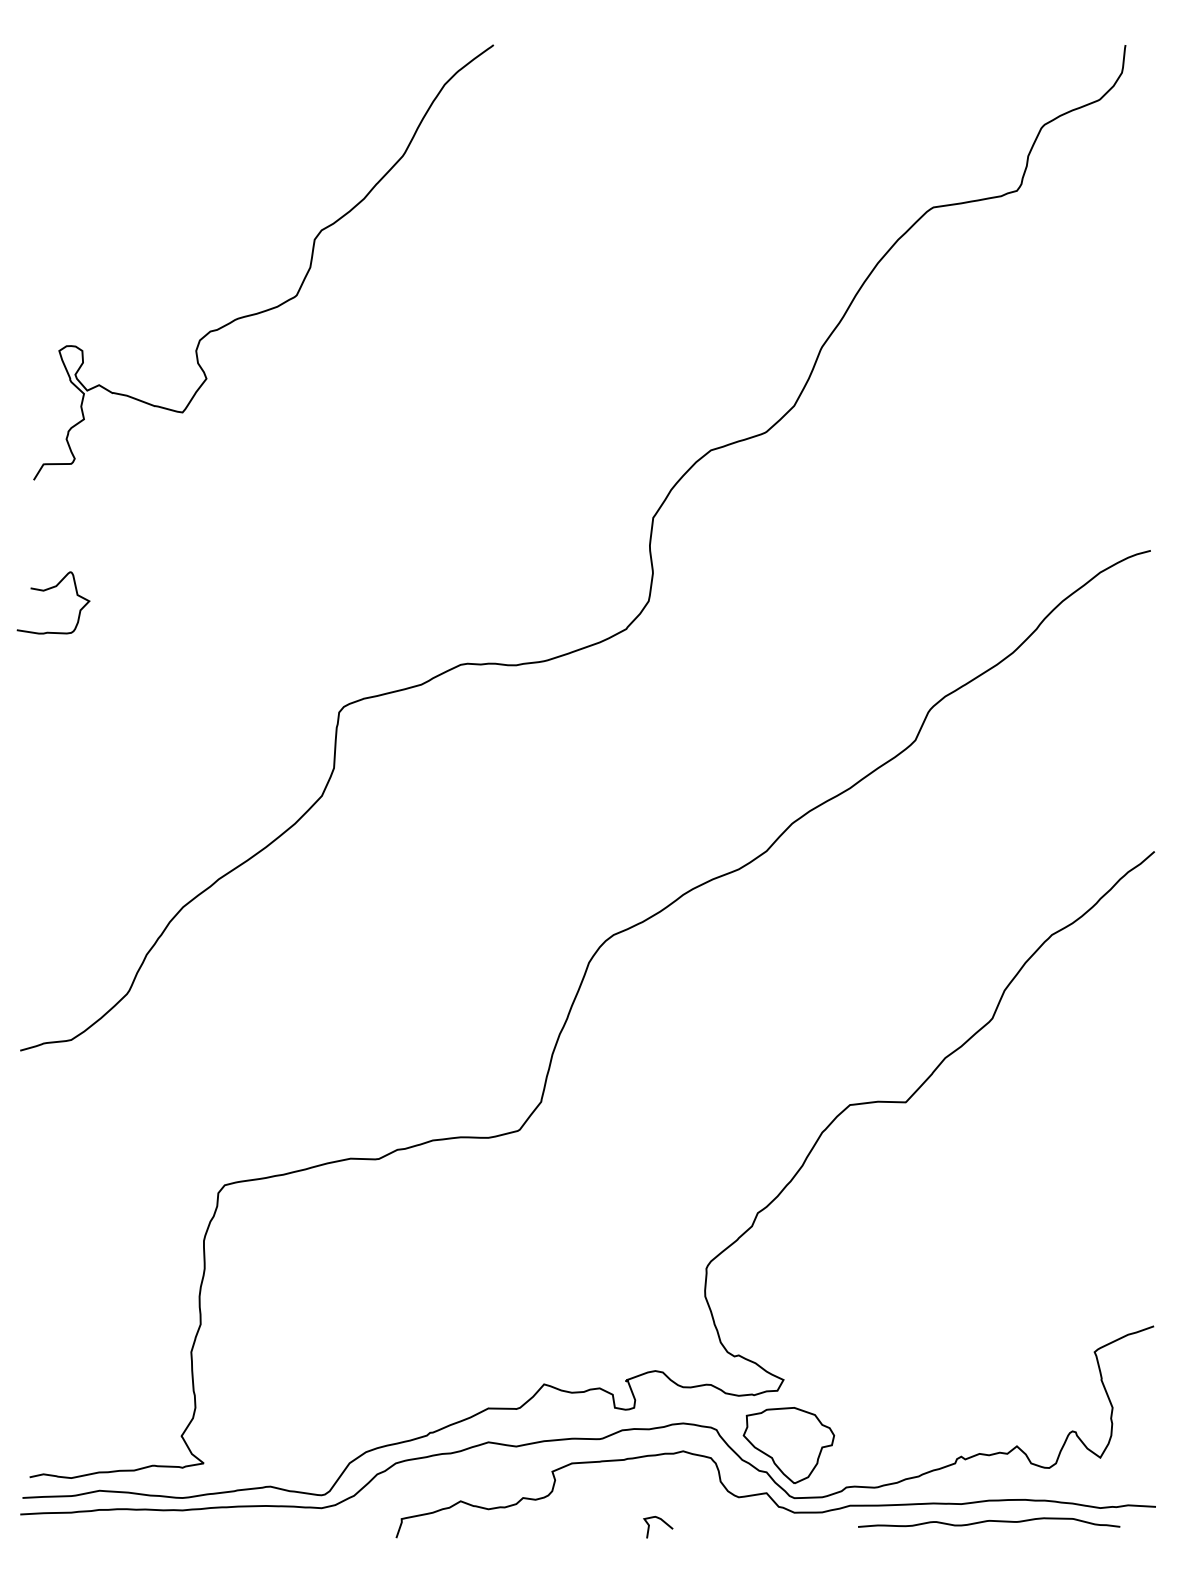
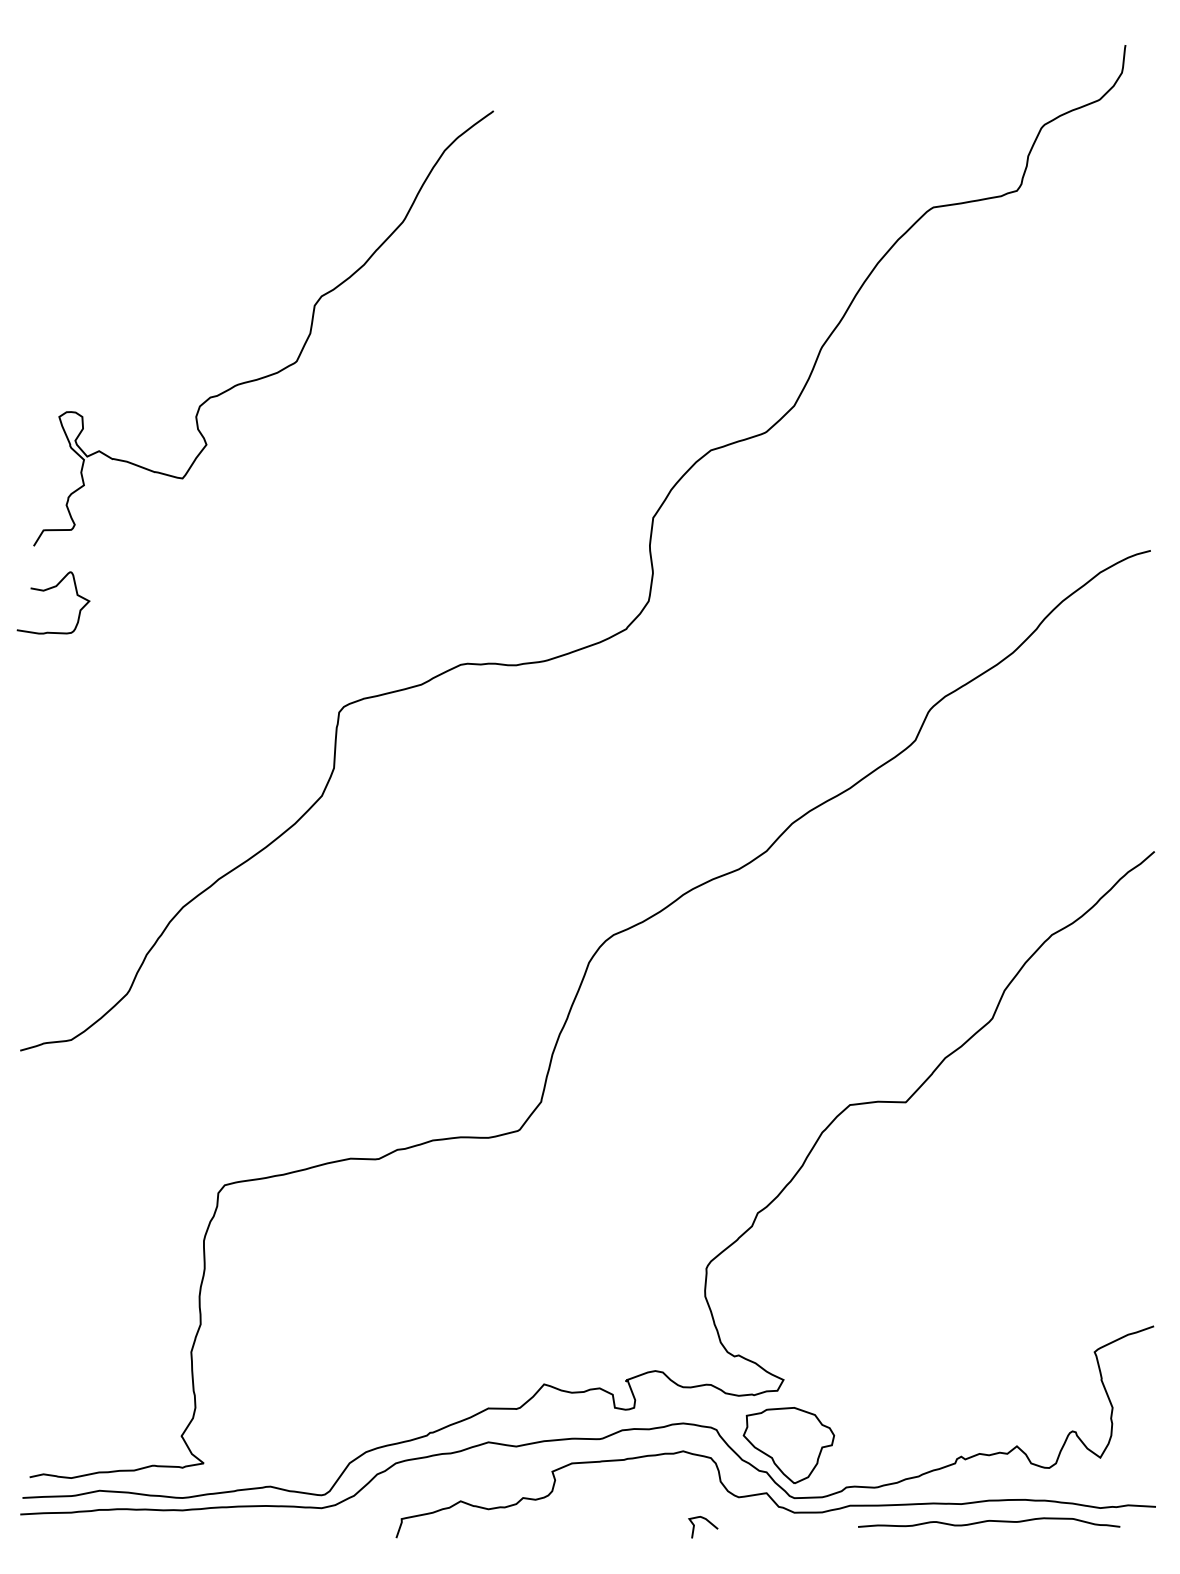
curve at (301, 282) position: (301, 282) -> (301, 348)
curve at (663, 1522) position: (663, 1522) -> (708, 1522)
